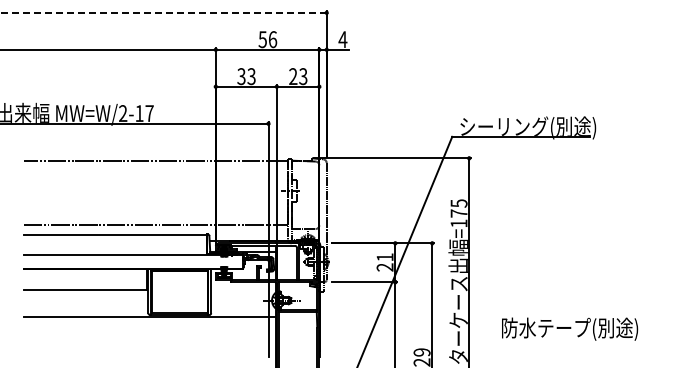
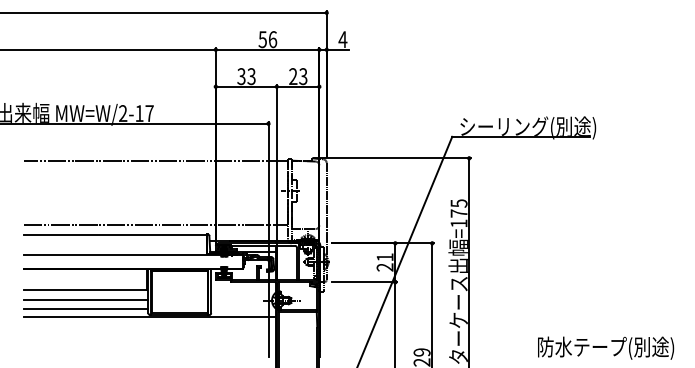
line at (163, 12): dashed -> solid
line at (85, 300): none -> present
line at (85, 308): none -> present
text at (570, 328) position: (570, 328) -> (606, 347)
